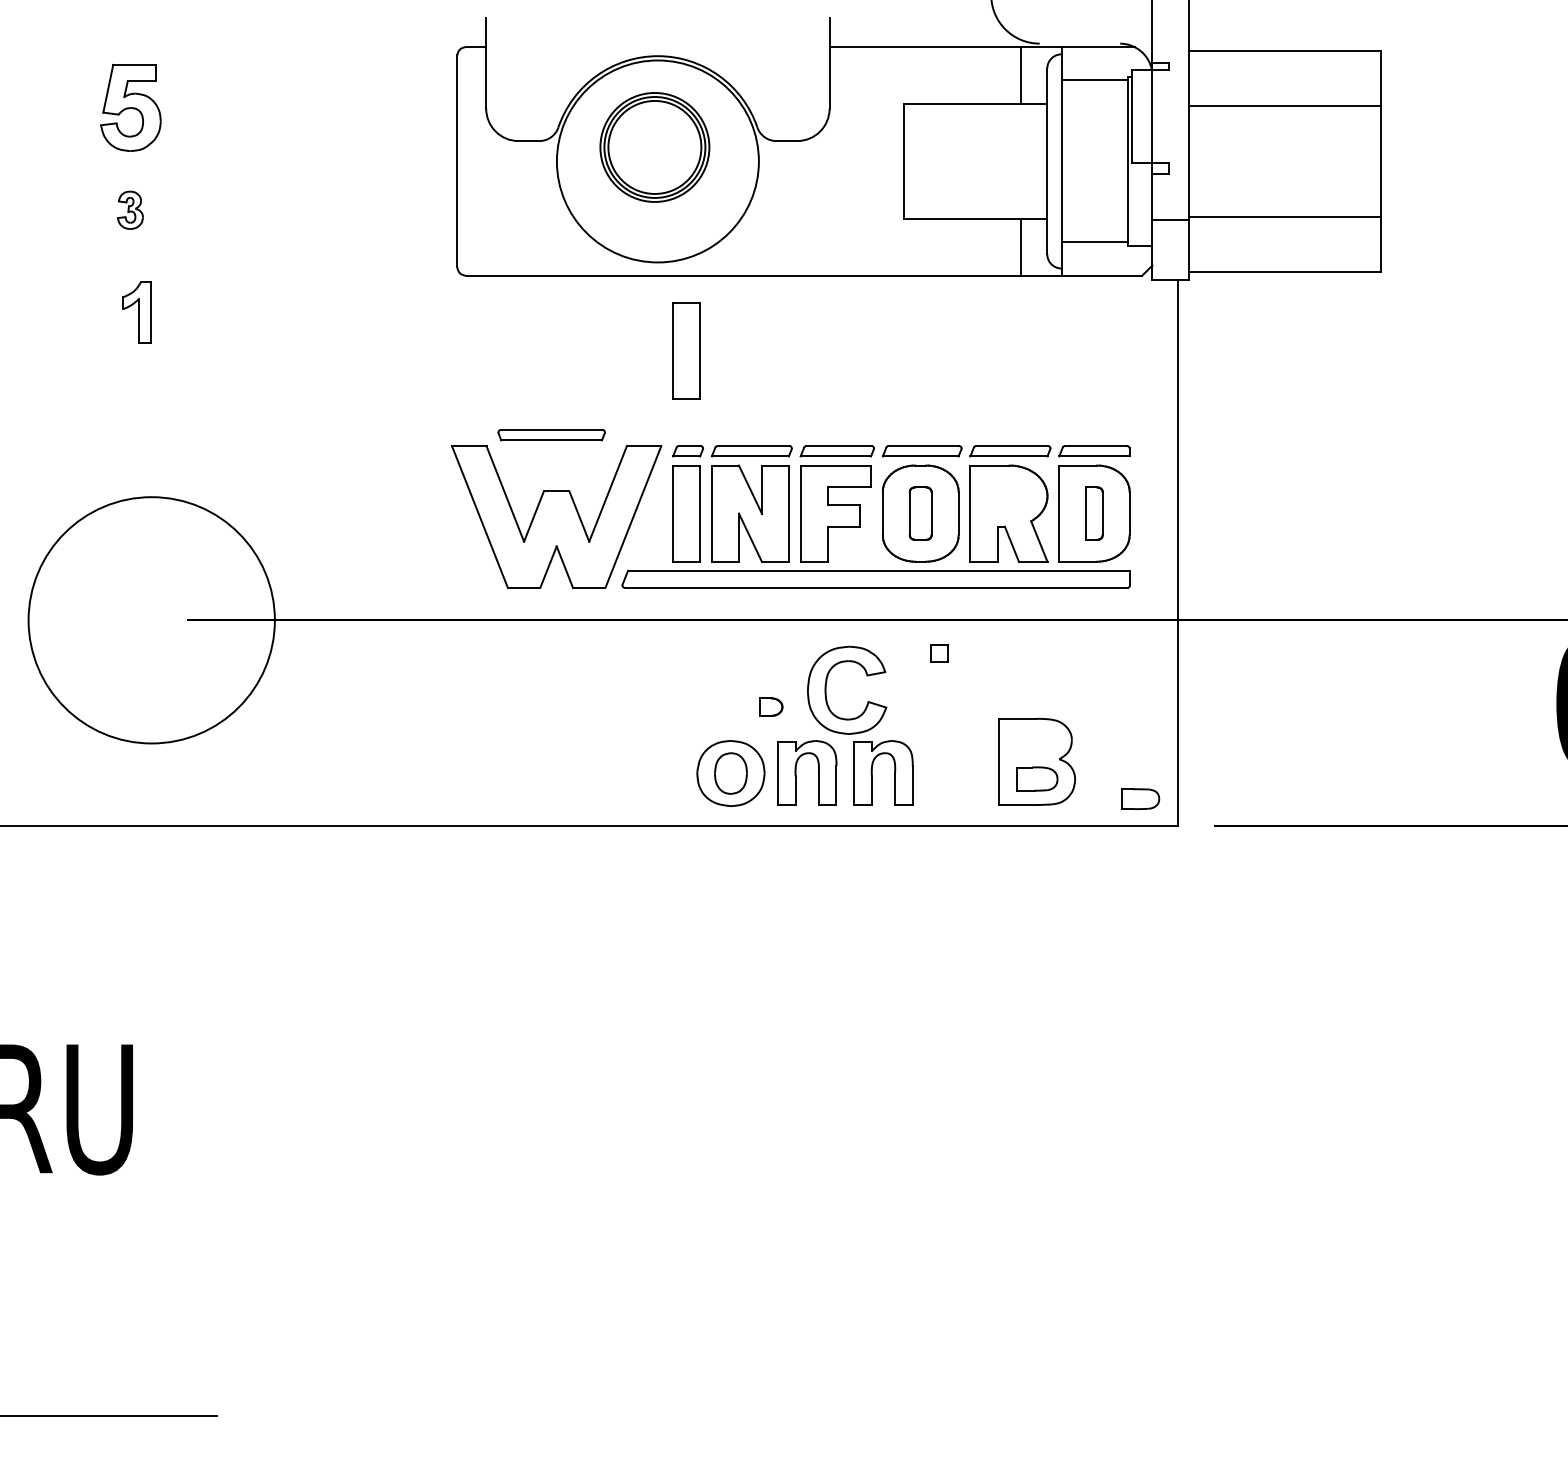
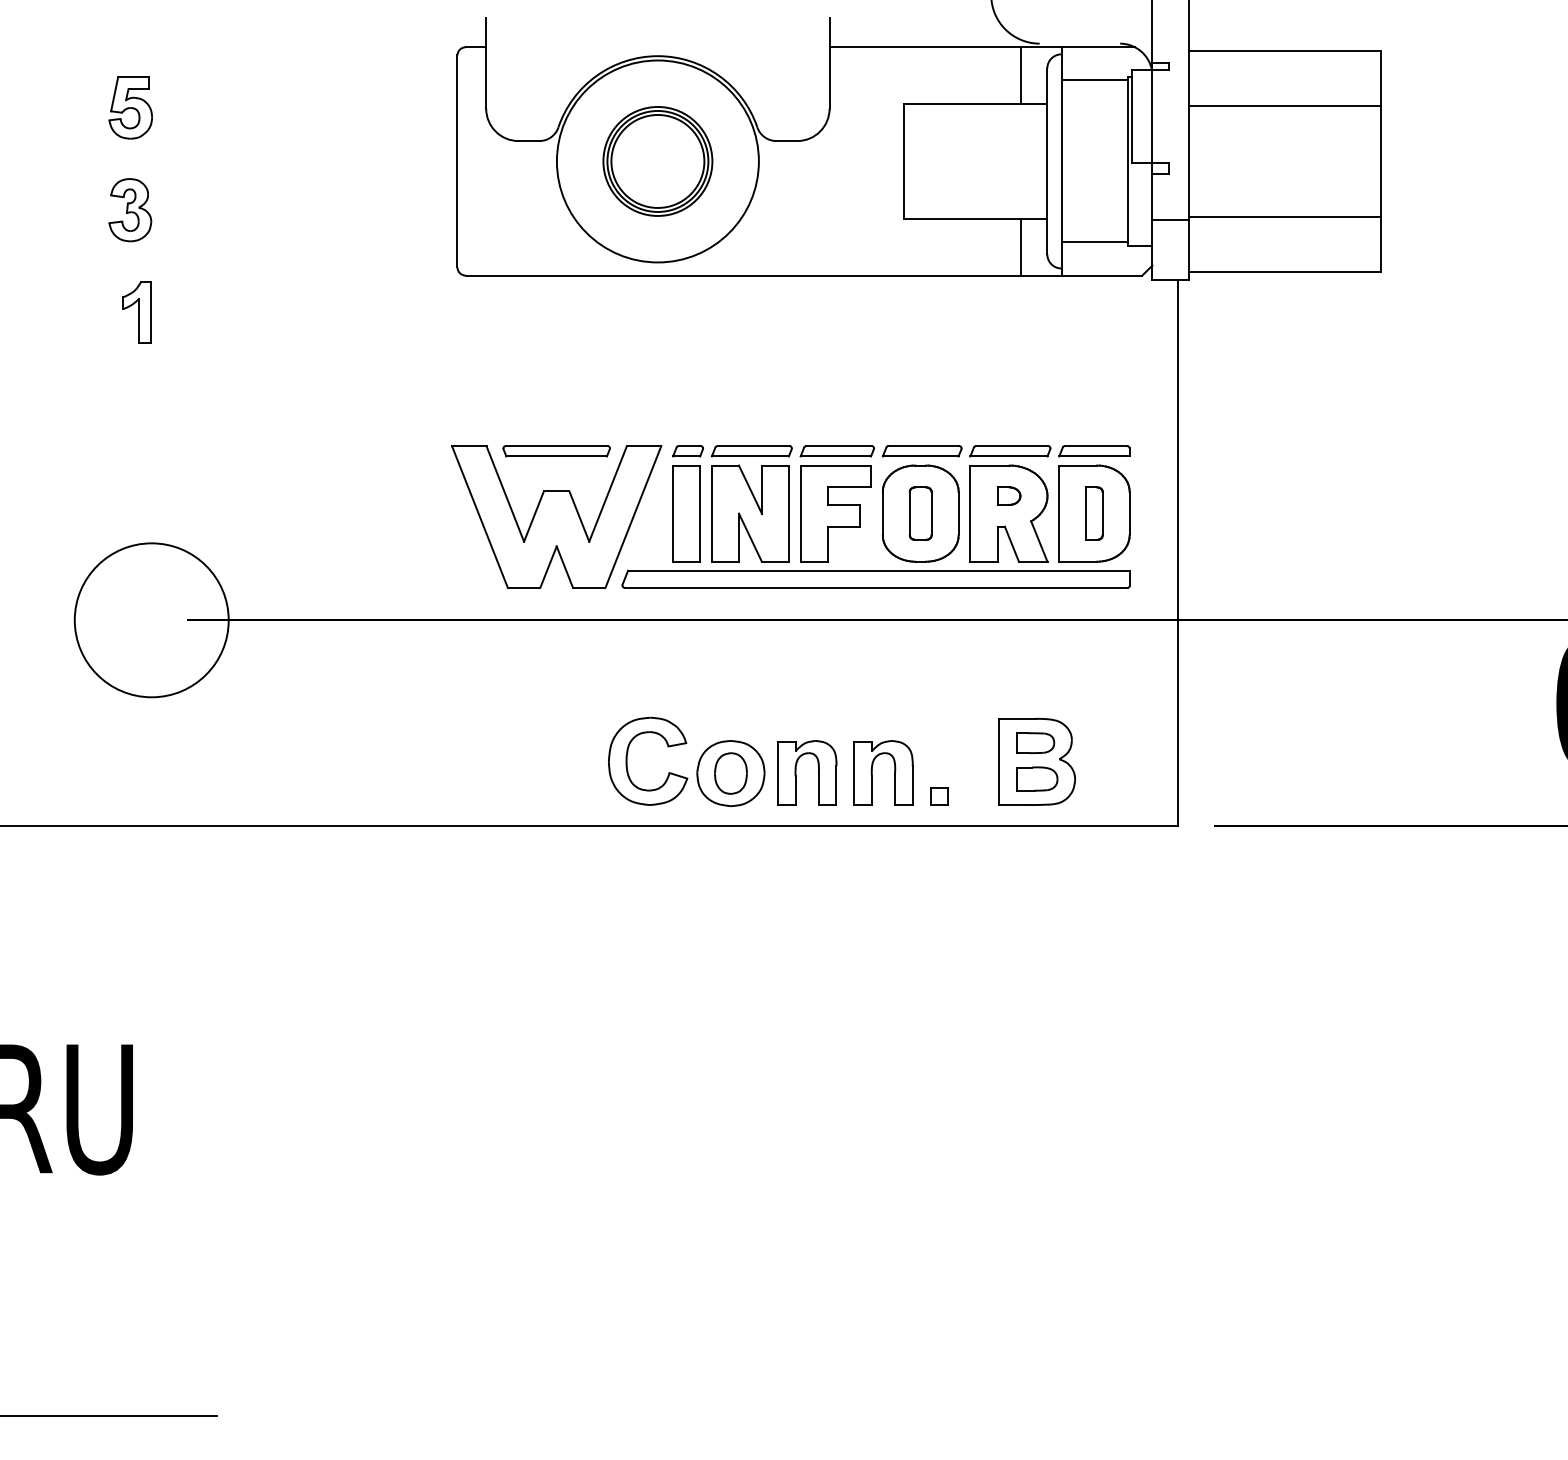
part at (130, 107) size: 62x88 px -> 45x64 px
part at (654, 147) position: (654, 147) -> (657, 161)
part at (130, 209) size: 27x40 px -> 45x65 px
part at (686, 350): present -> none
part at (551, 435) position: (551, 435) -> (556, 451)
circle at (151, 620) diameter: 246 px -> 154 px
part at (939, 653) position: (939, 653) -> (939, 796)
part at (826, 689) position: (826, 689) -> (627, 760)
part at (771, 706) position: (771, 706) -> (1009, 495)
part at (1140, 798) position: (1140, 798) -> (1035, 742)
